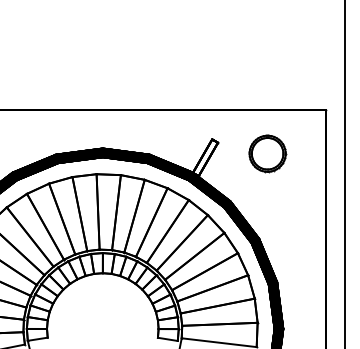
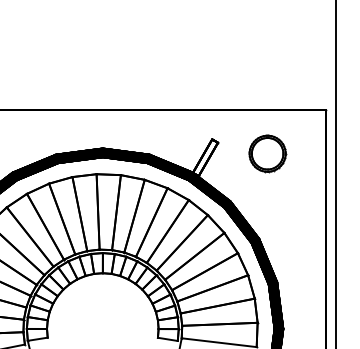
line at (345, 173) position: (345, 173) -> (336, 173)
